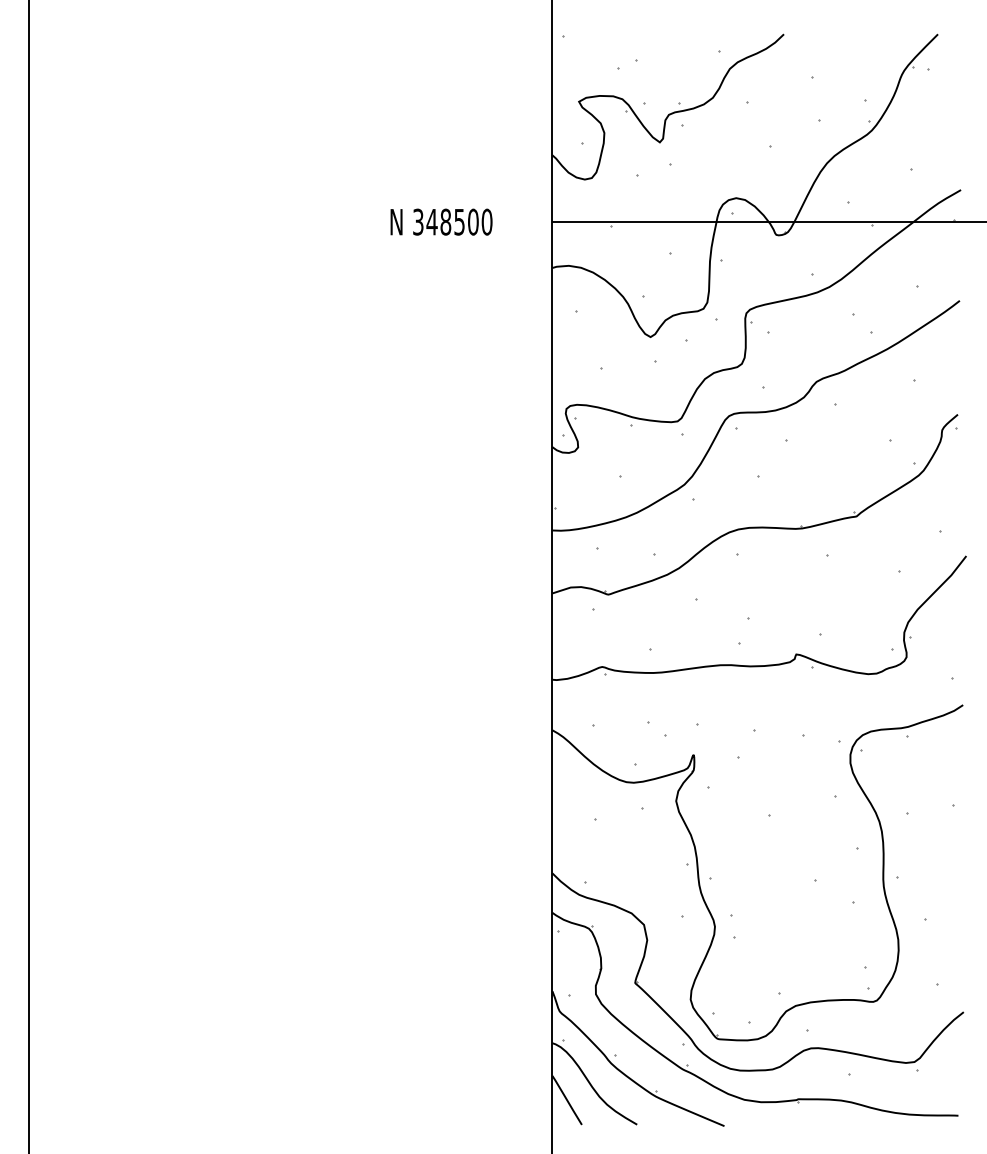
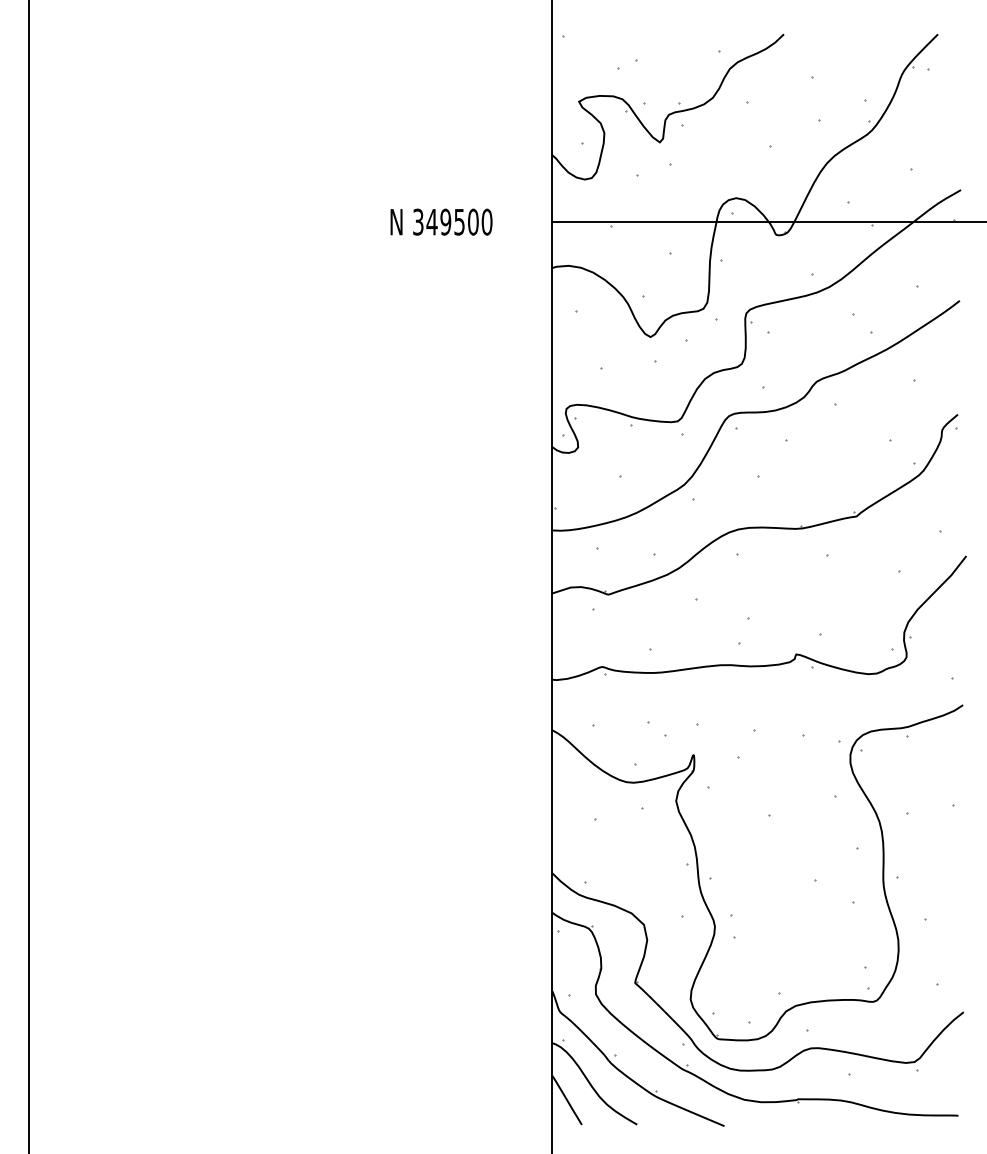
text at (445, 222): 348500 -> 349500
